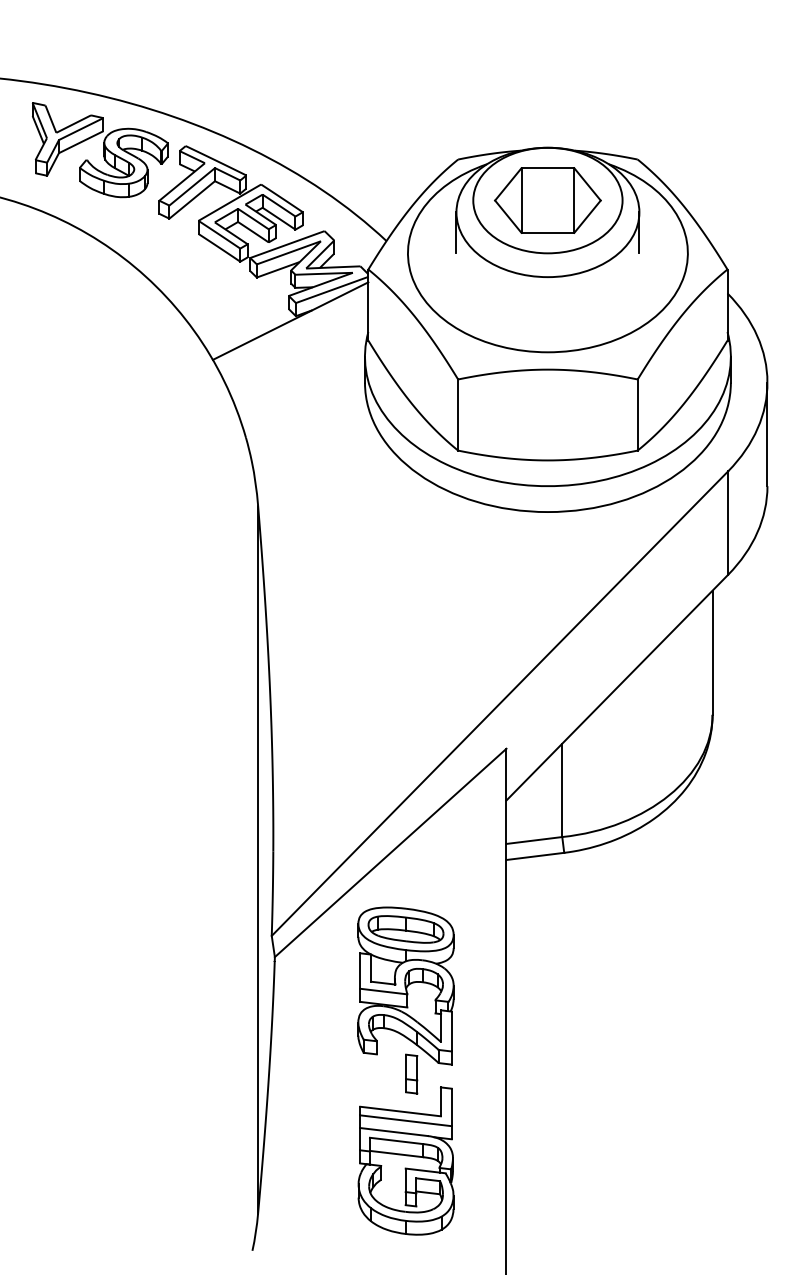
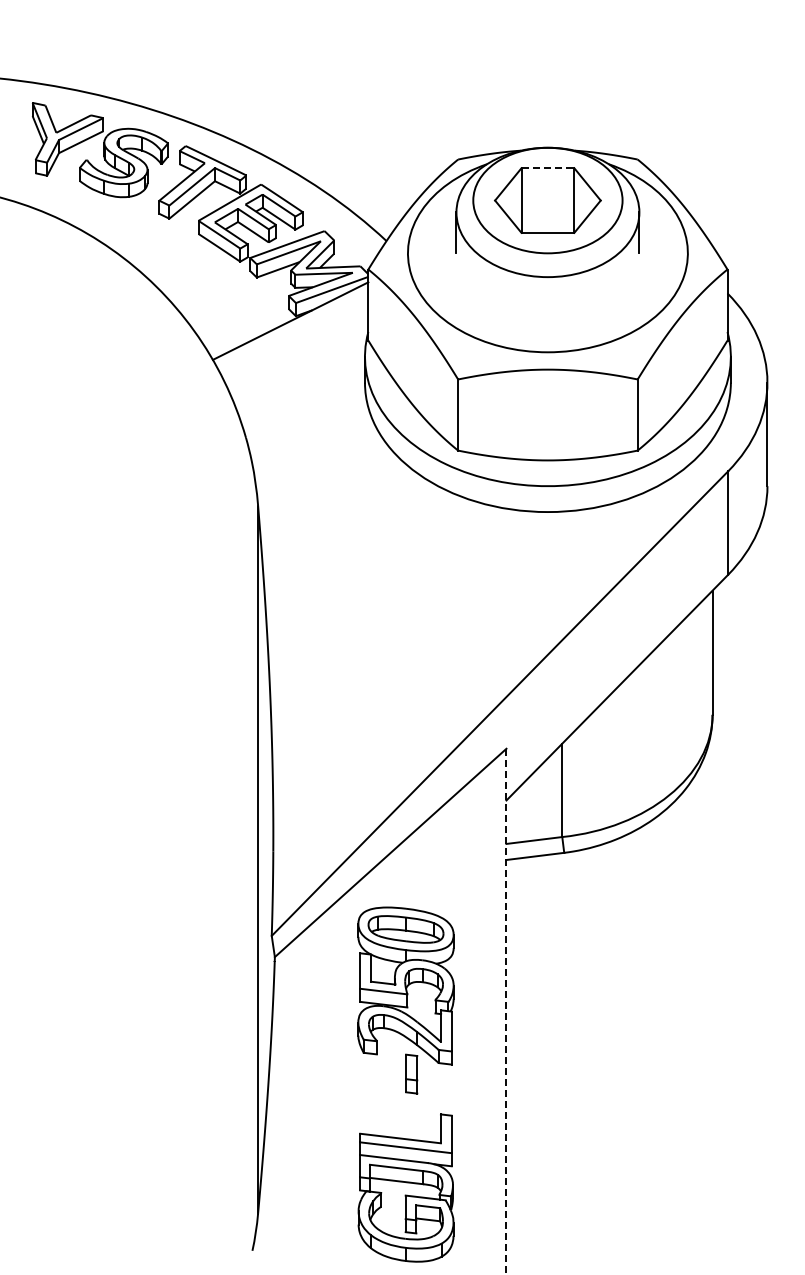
line at (548, 168): solid -> dashed
line at (506, 1012): solid -> dashed
part at (405, 1160) position: (405, 1160) -> (405, 1187)
